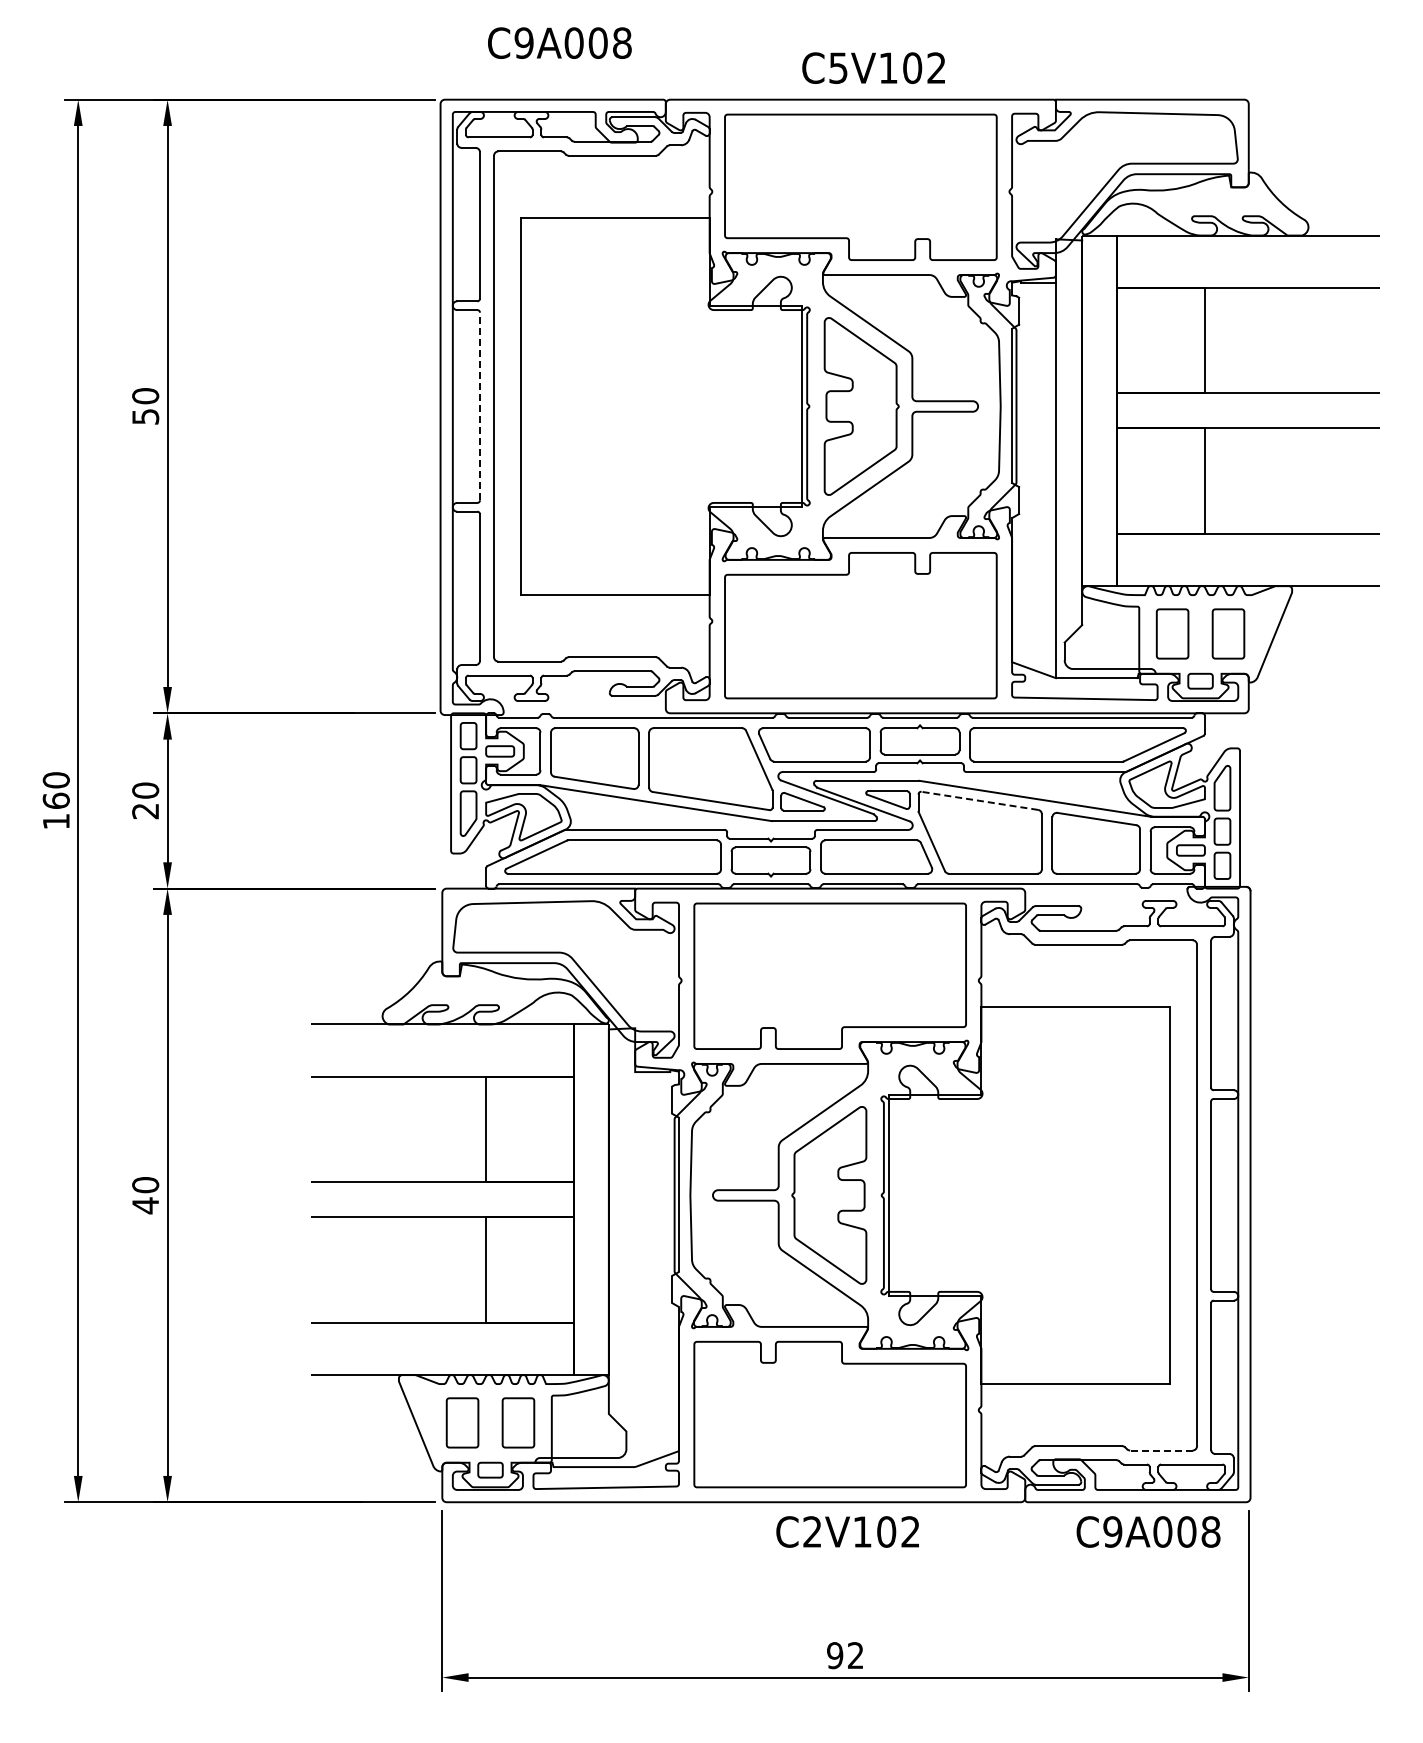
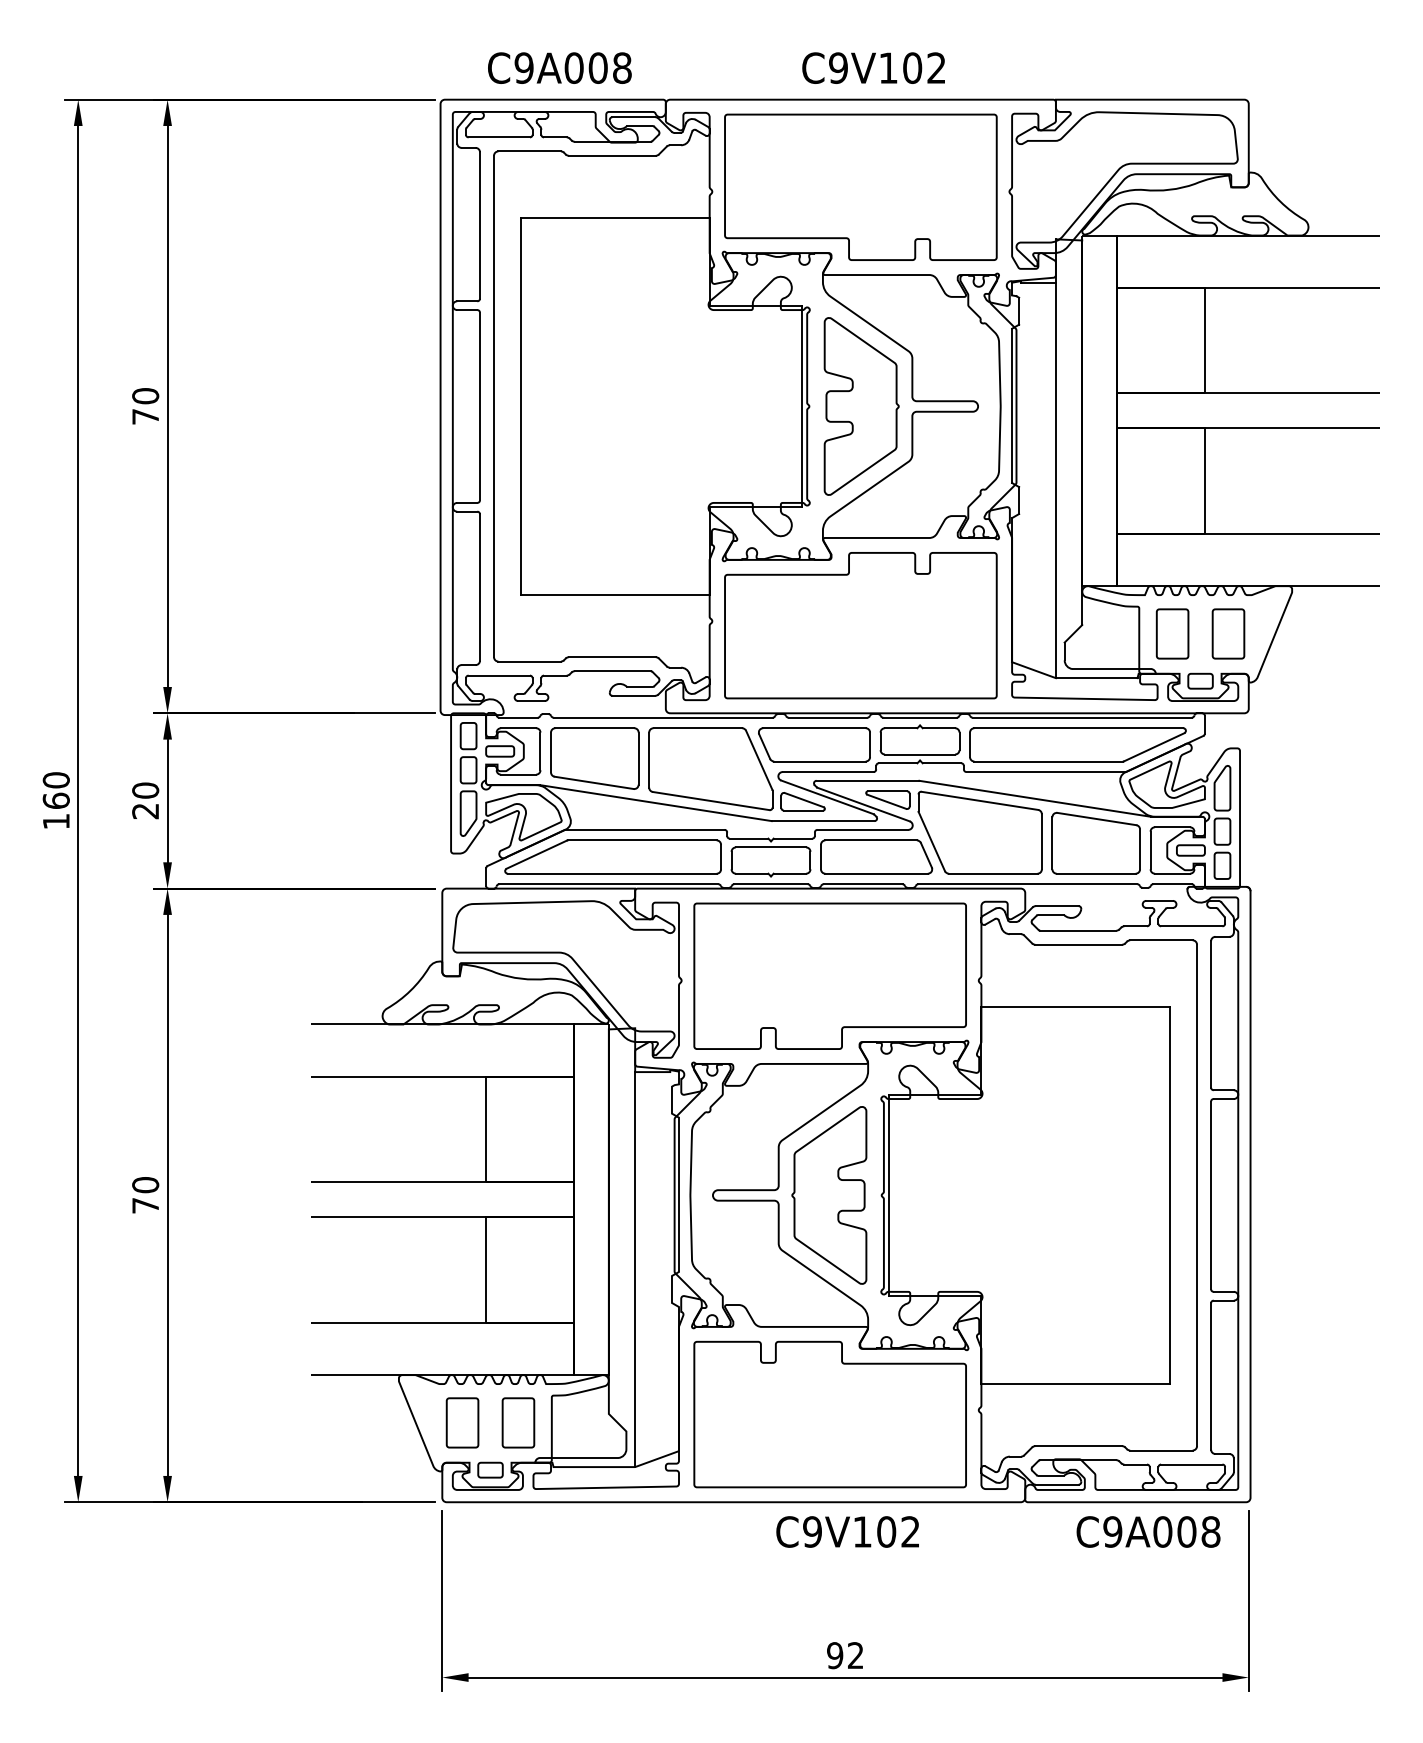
text at (559, 42) position: (559, 42) -> (559, 67)
text at (838, 67): C5V102 -> C9V102
line at (480, 406): dashed -> solid
text at (145, 416): 50 -> 70
line at (979, 800): dashed -> solid
text at (145, 1205): 40 -> 70
line at (635, 1269): none -> present
line at (1160, 1450): dashed -> solid
text at (812, 1531): C2V102 -> C9V102
